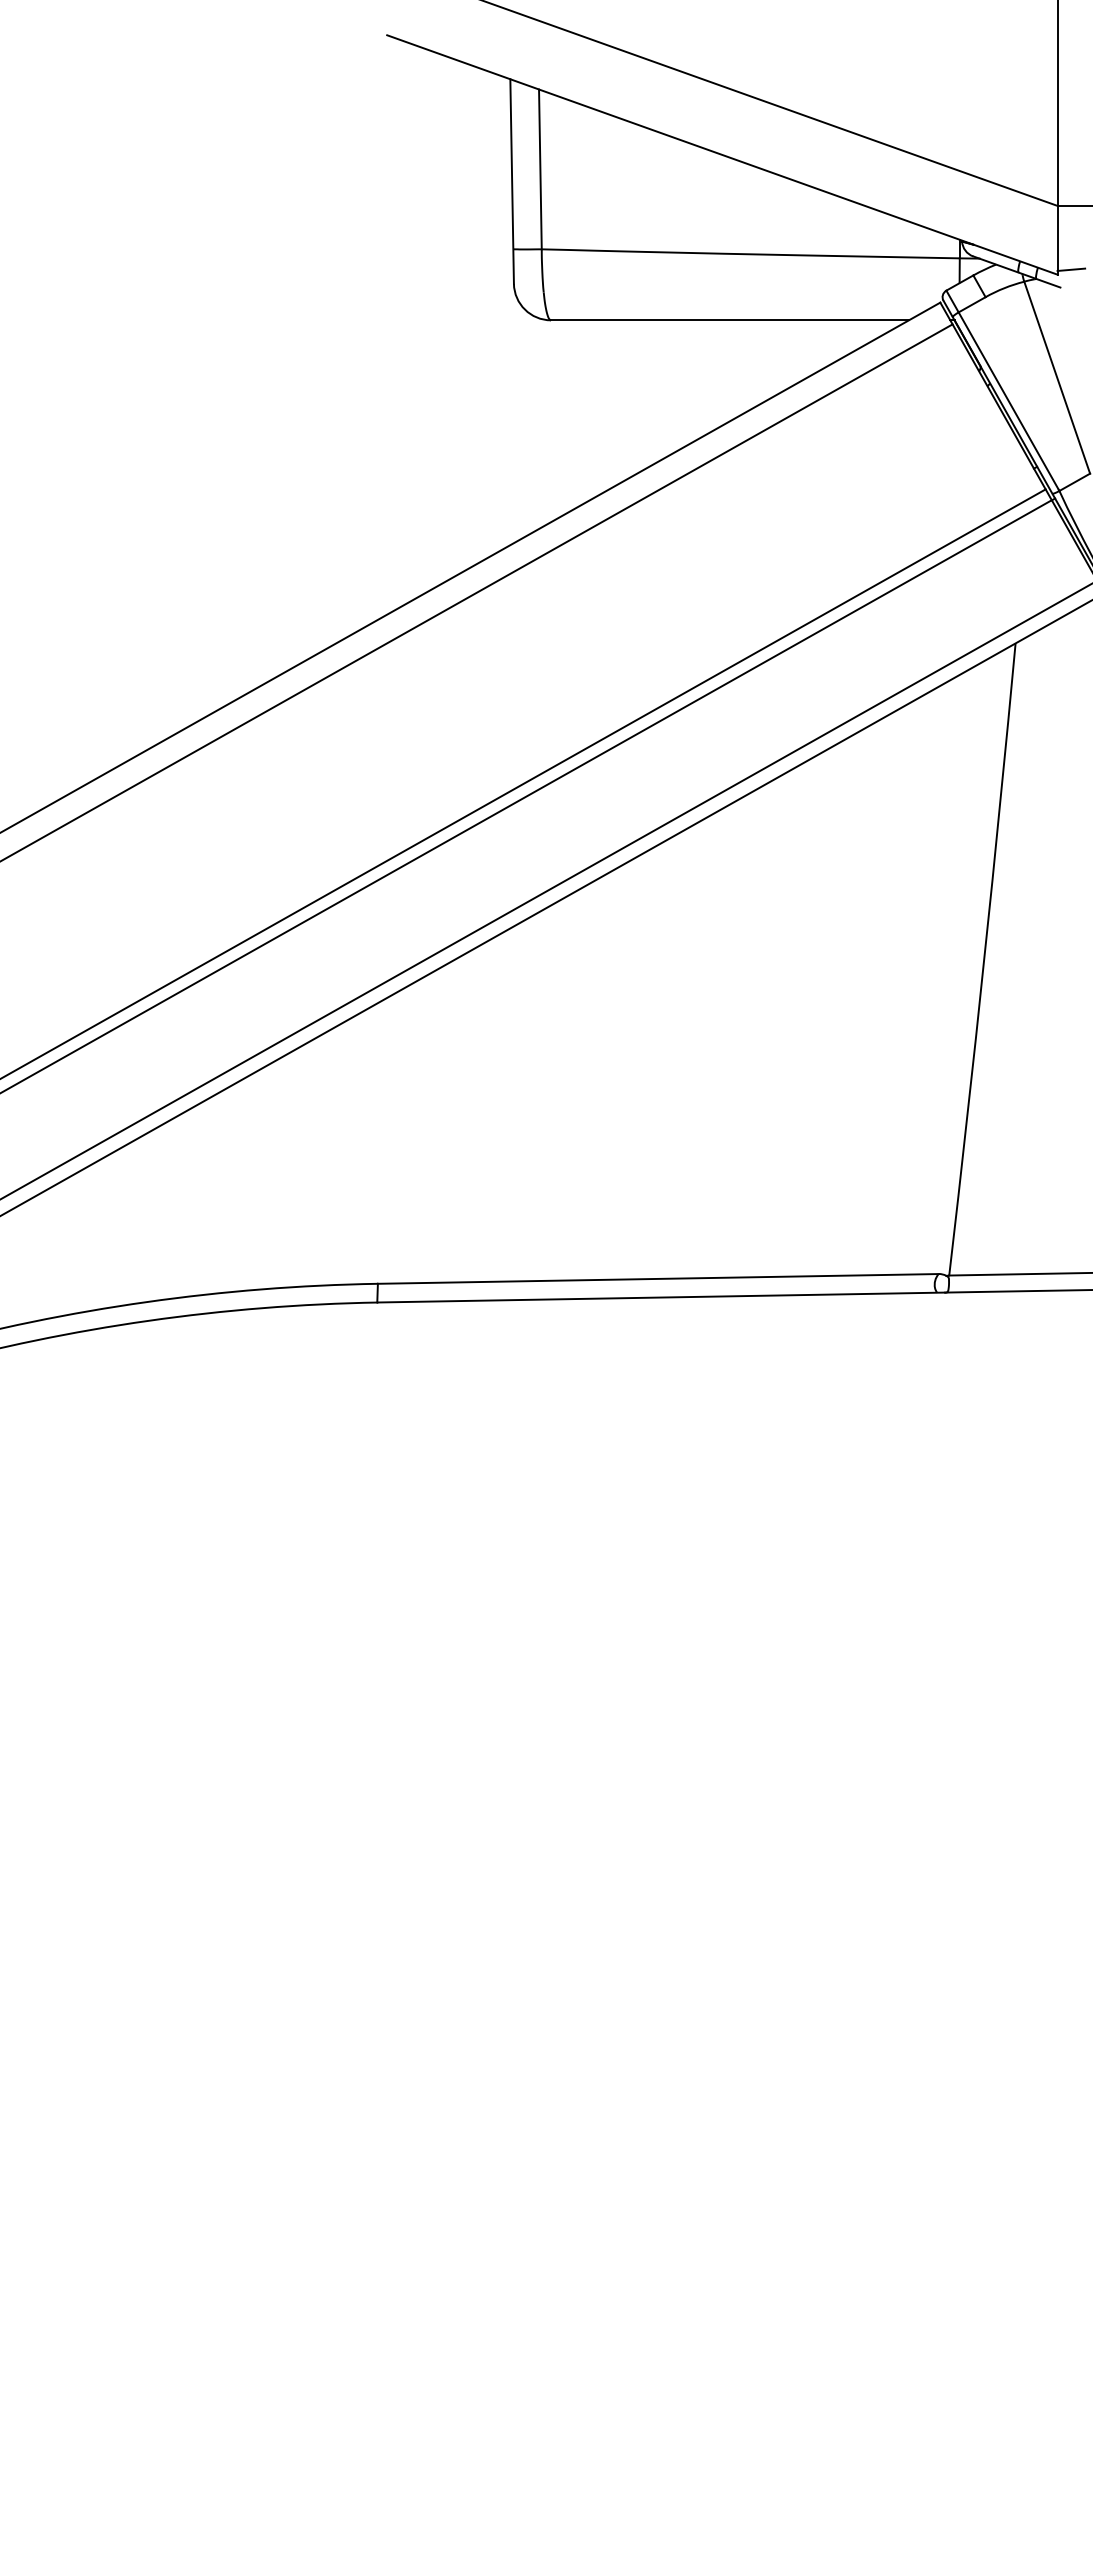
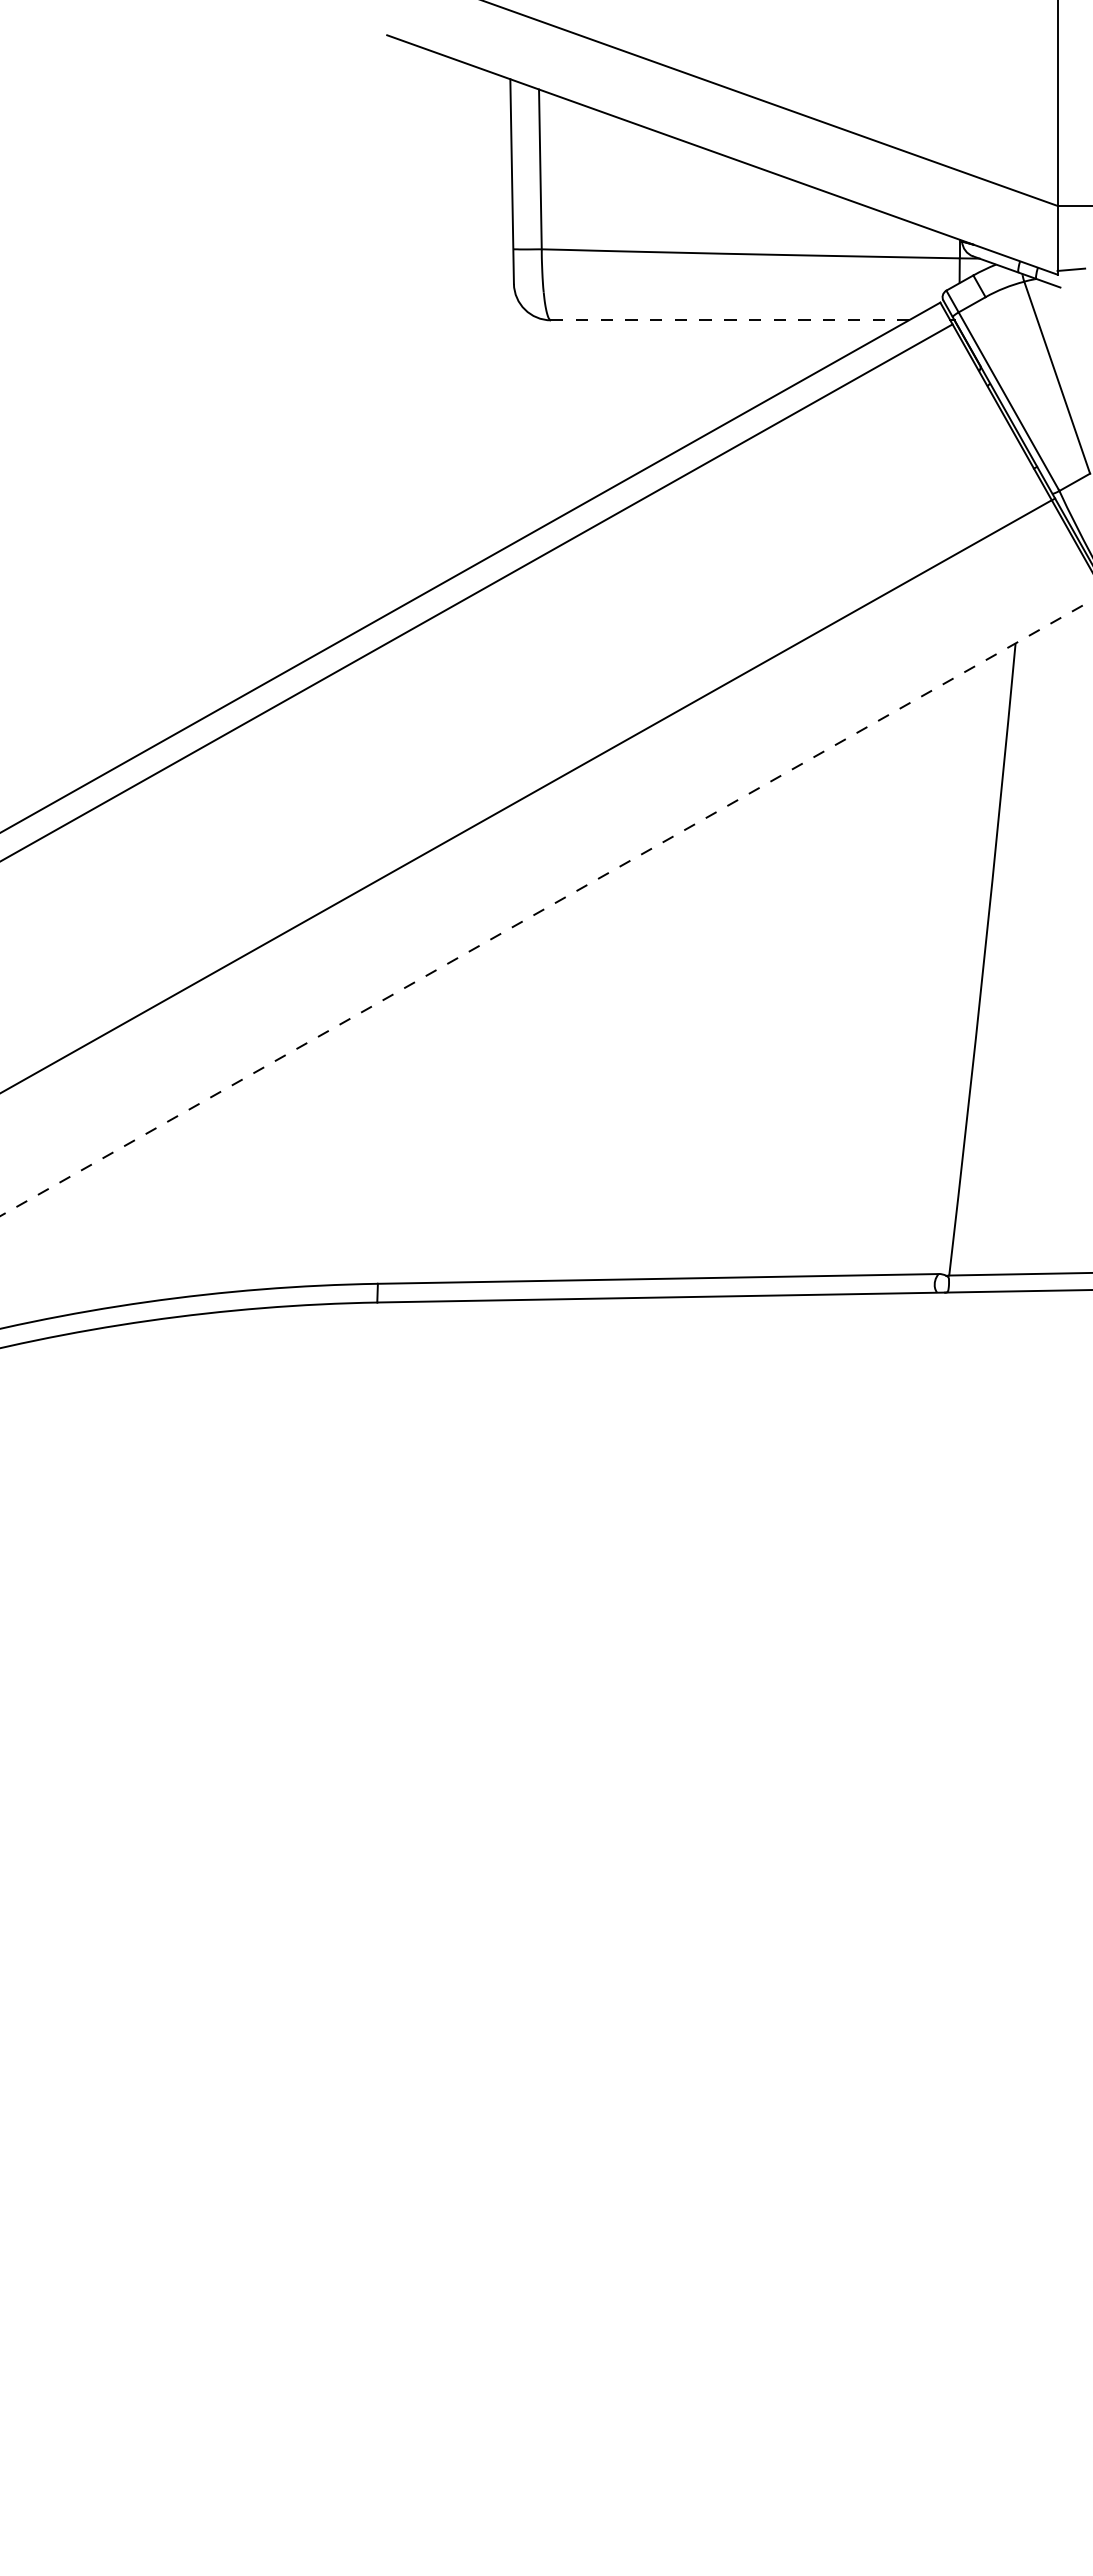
line at (729, 320): solid -> dashed
line at (523, 783): present -> none
line at (545, 891): present -> none
line at (546, 908): solid -> dashed
